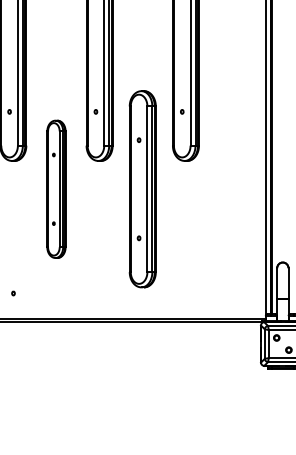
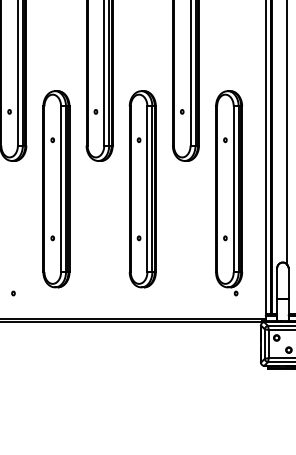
line at (287, 133): none -> present
part at (56, 188) size: 21x140 px -> 29x199 px
part at (228, 193): none -> present
